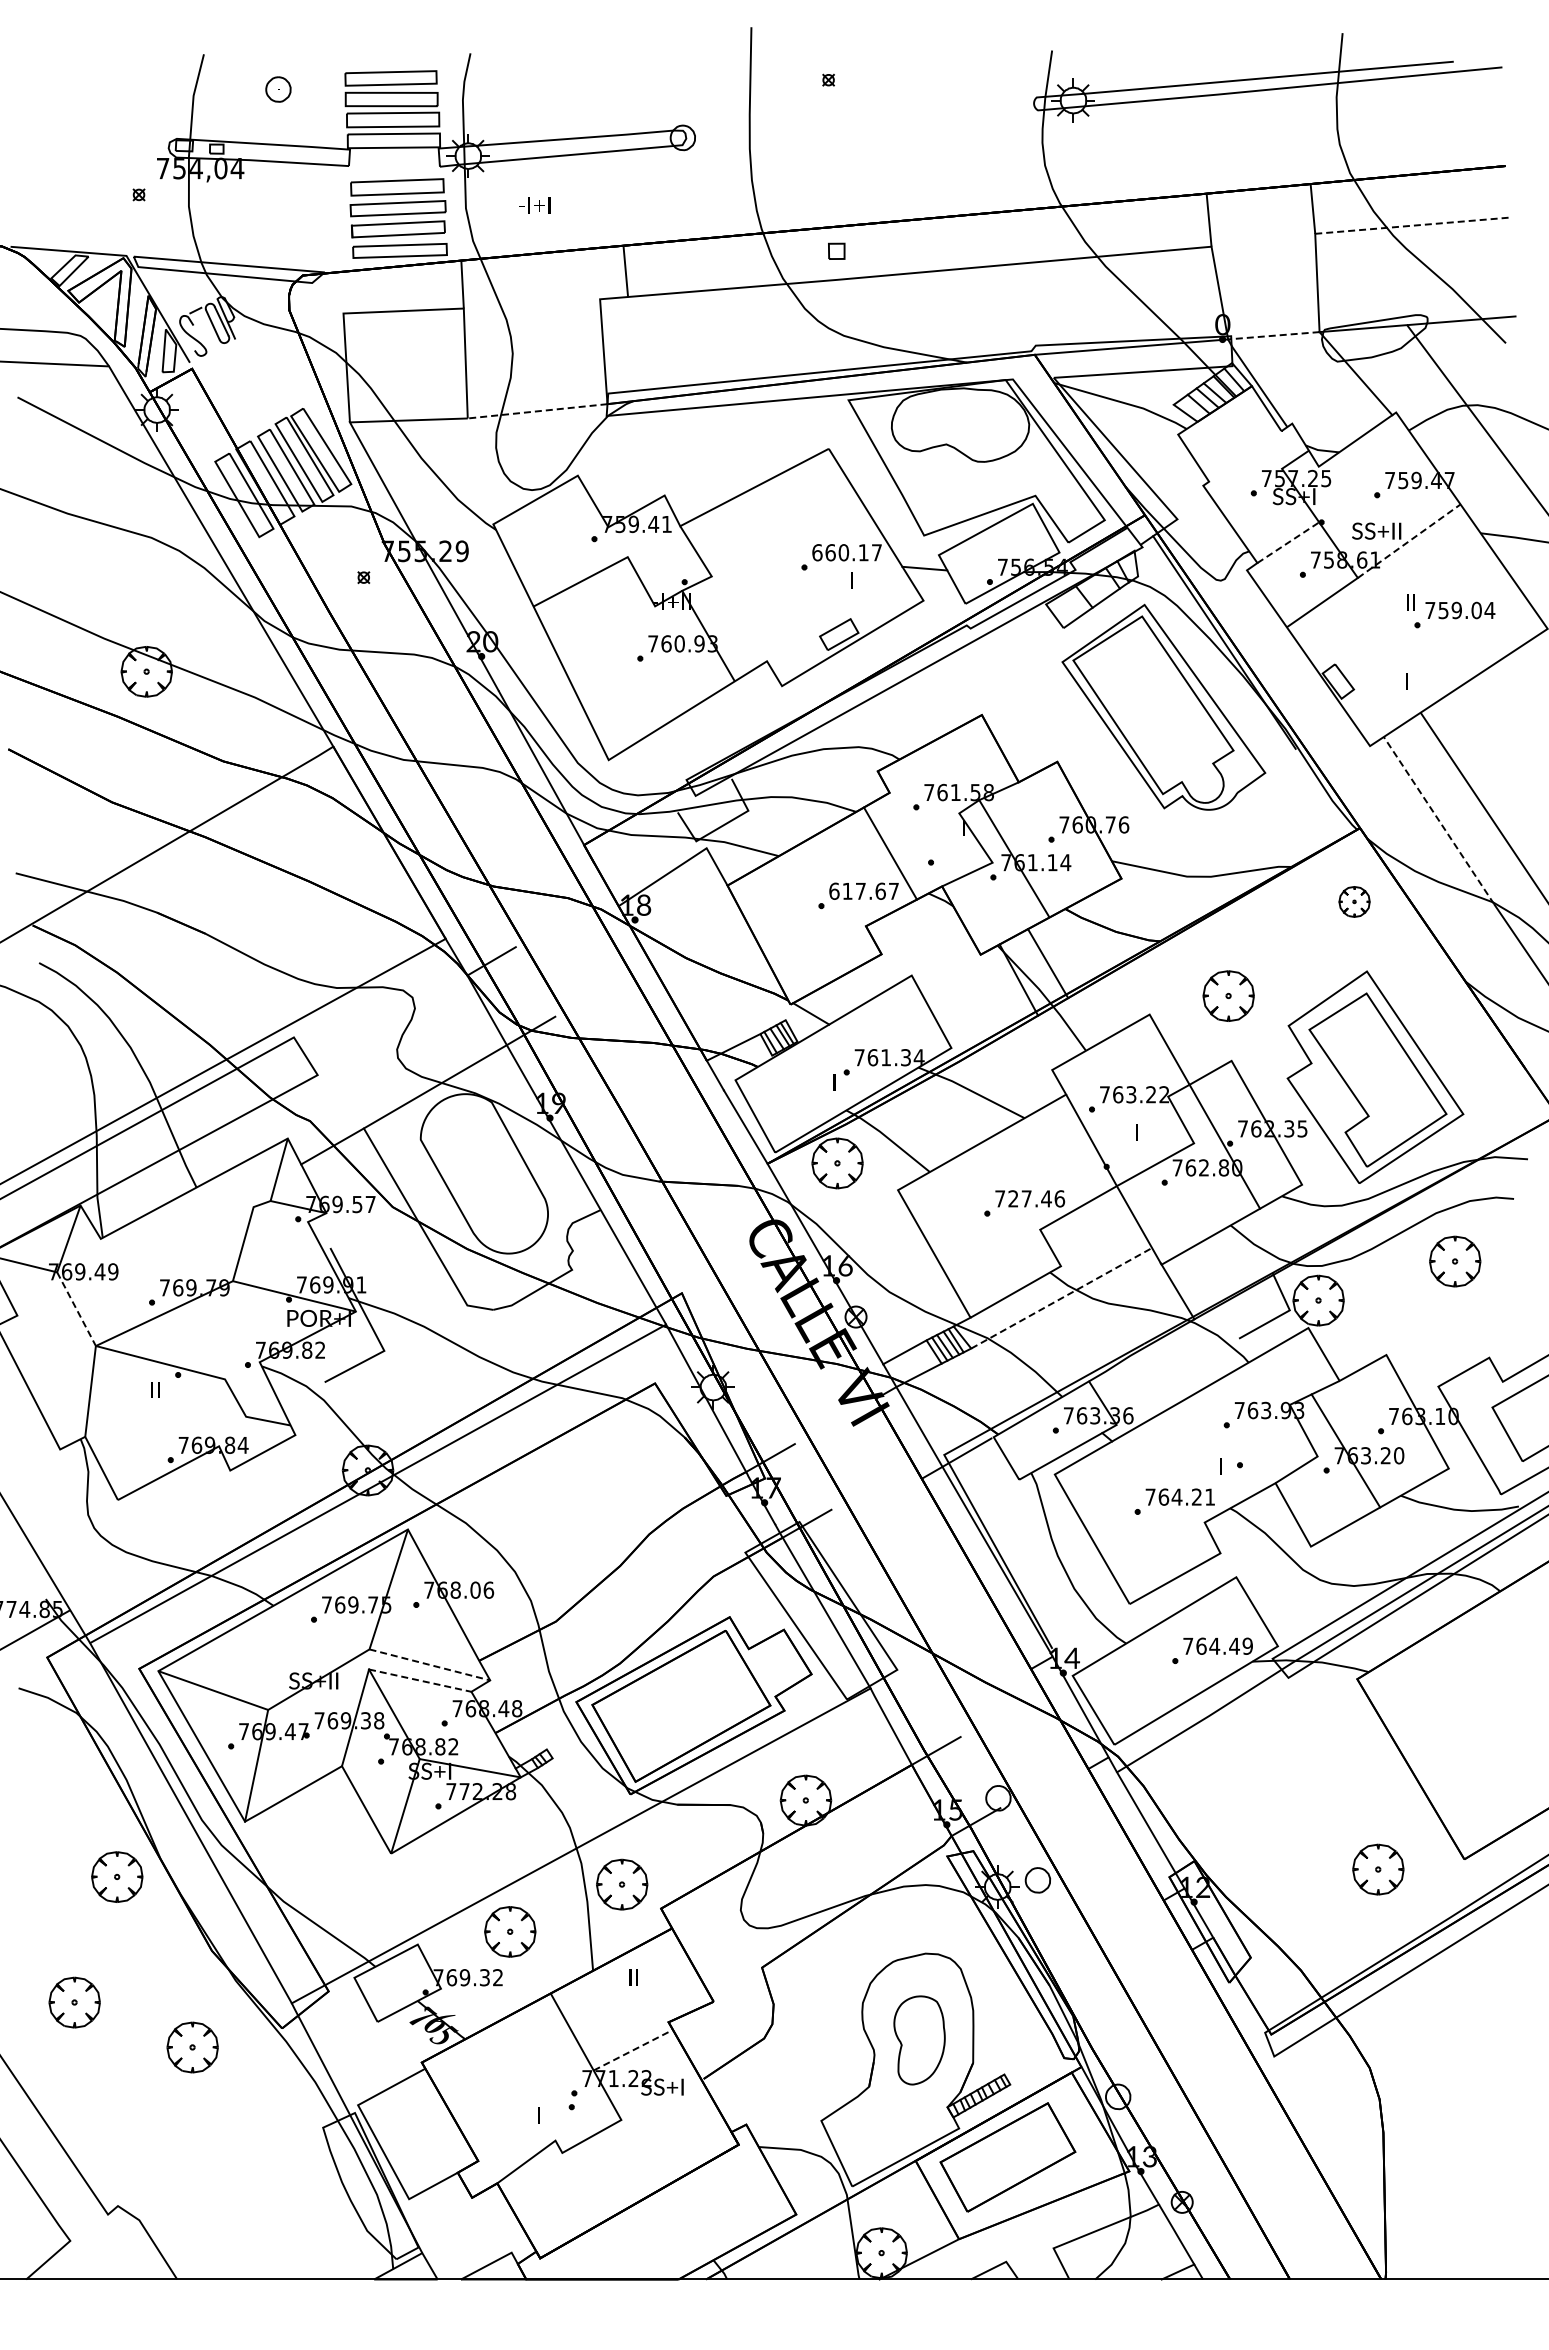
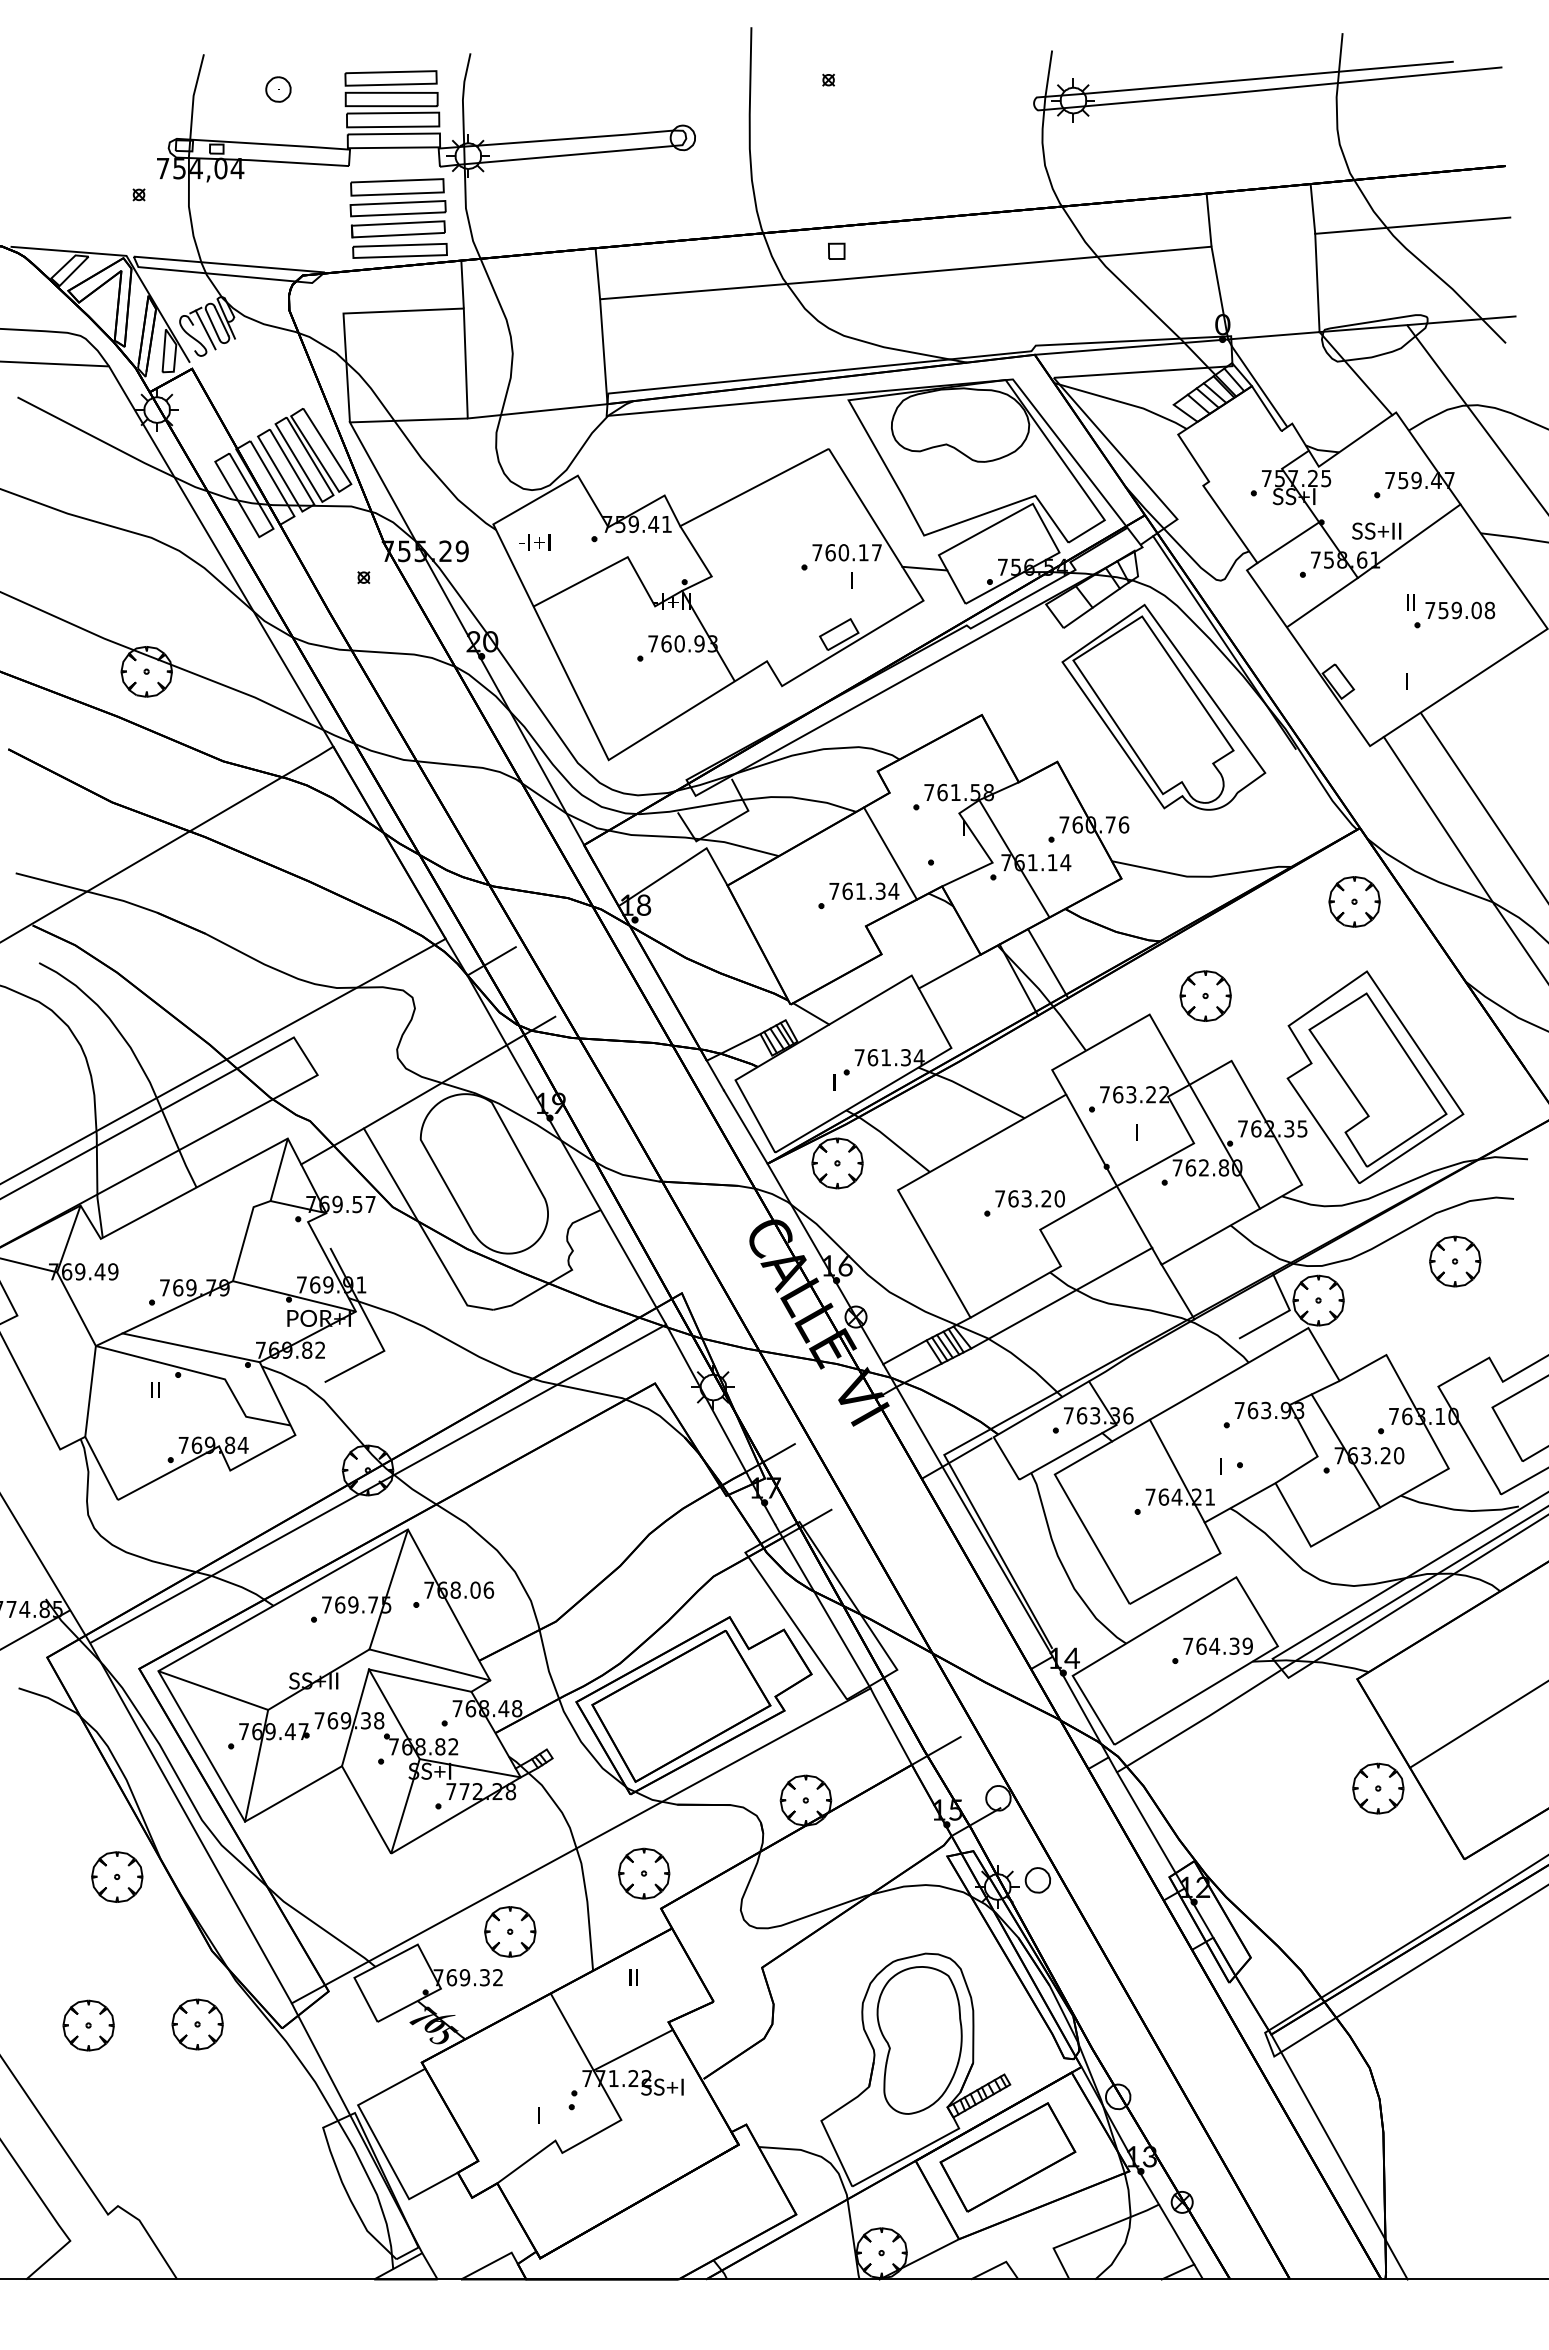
text at (534, 205) position: (534, 205) -> (534, 542)
line at (1412, 225): dashed -> solid
line at (625, 271) position: (625, 271) -> (597, 273)
line at (205, 329): none -> present
line at (1273, 335): dashed -> solid
line at (537, 411): dashed -> solid
line at (1409, 540): dashed -> solid
line at (1288, 542): dashed -> solid
text at (817, 552): 660.17 -> 760.17
text at (1489, 610): 759.04 -> 759.08
line at (1438, 820): dashed -> solid
text at (864, 890): 617.67 -> 761.34
part at (1354, 901) size: 33x32 px -> 53x52 px
line at (949, 971): none -> present
part at (1228, 995) position: (1228, 995) -> (1205, 995)
text at (1036, 1198): 727.46 -> 763.20
line at (1061, 1298): dashed -> solid
line at (76, 1309): dashed -> solid
line at (190, 1347): none -> present
line at (1176, 1470): none -> present
text at (1234, 1645): 764.49 -> 764.39
line at (430, 1665): dashed -> solid
line at (420, 1680): dashed -> solid
line at (1477, 1724): none -> present
part at (1378, 1869) position: (1378, 1869) -> (1378, 1788)
part at (622, 1884) position: (622, 1884) -> (644, 1873)
part at (74, 2002) position: (74, 2002) -> (88, 2025)
part at (919, 2040) size: 53x91 px -> 87x149 px
part at (192, 2047) position: (192, 2047) -> (197, 2024)
line at (633, 2050): dashed -> solid
line at (1339, 2156): none -> present
